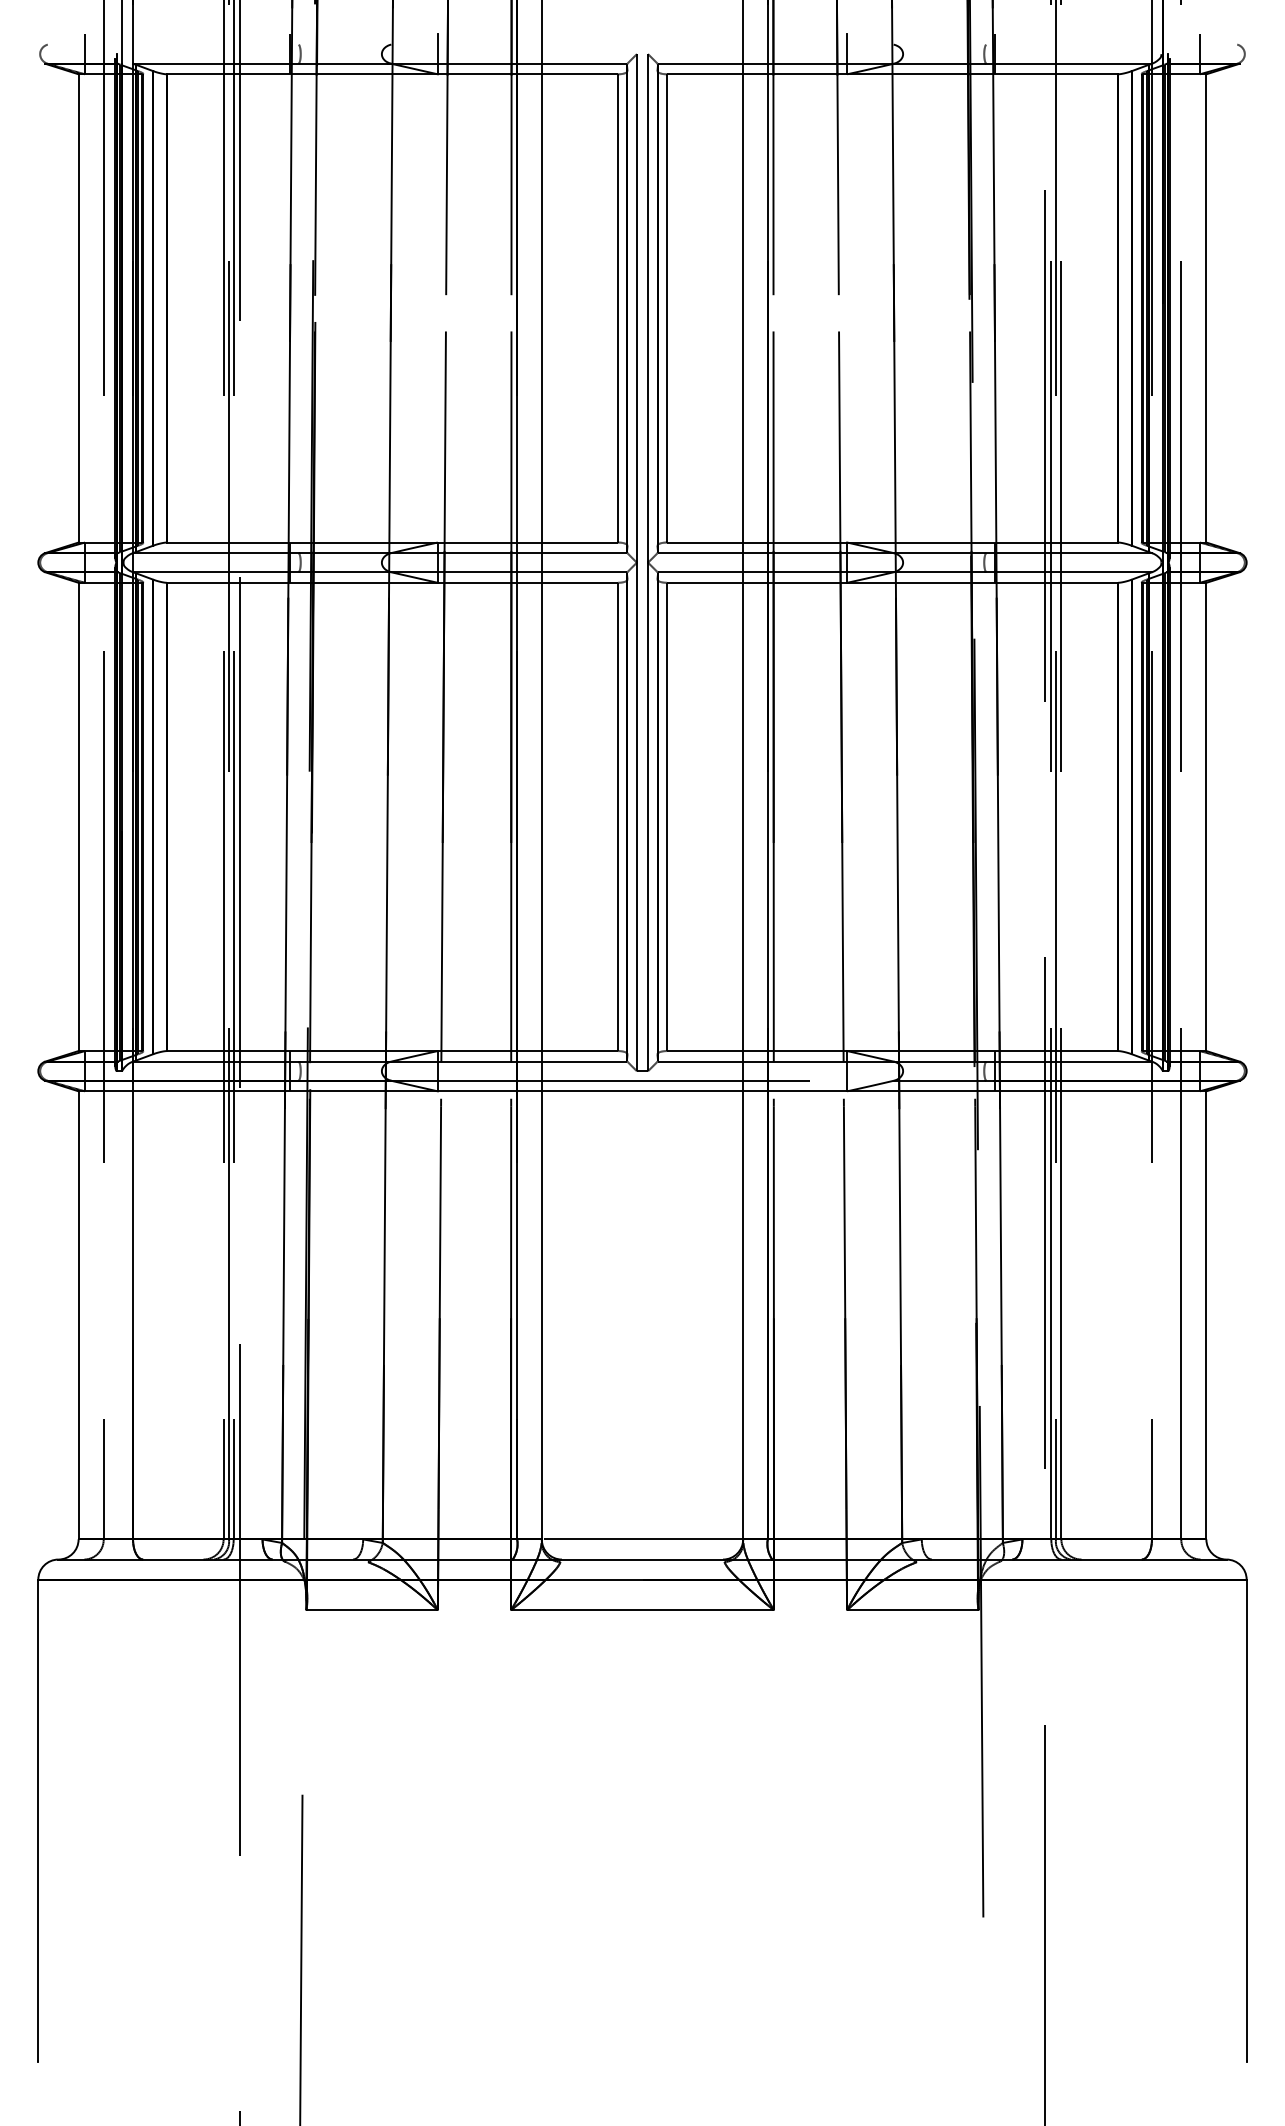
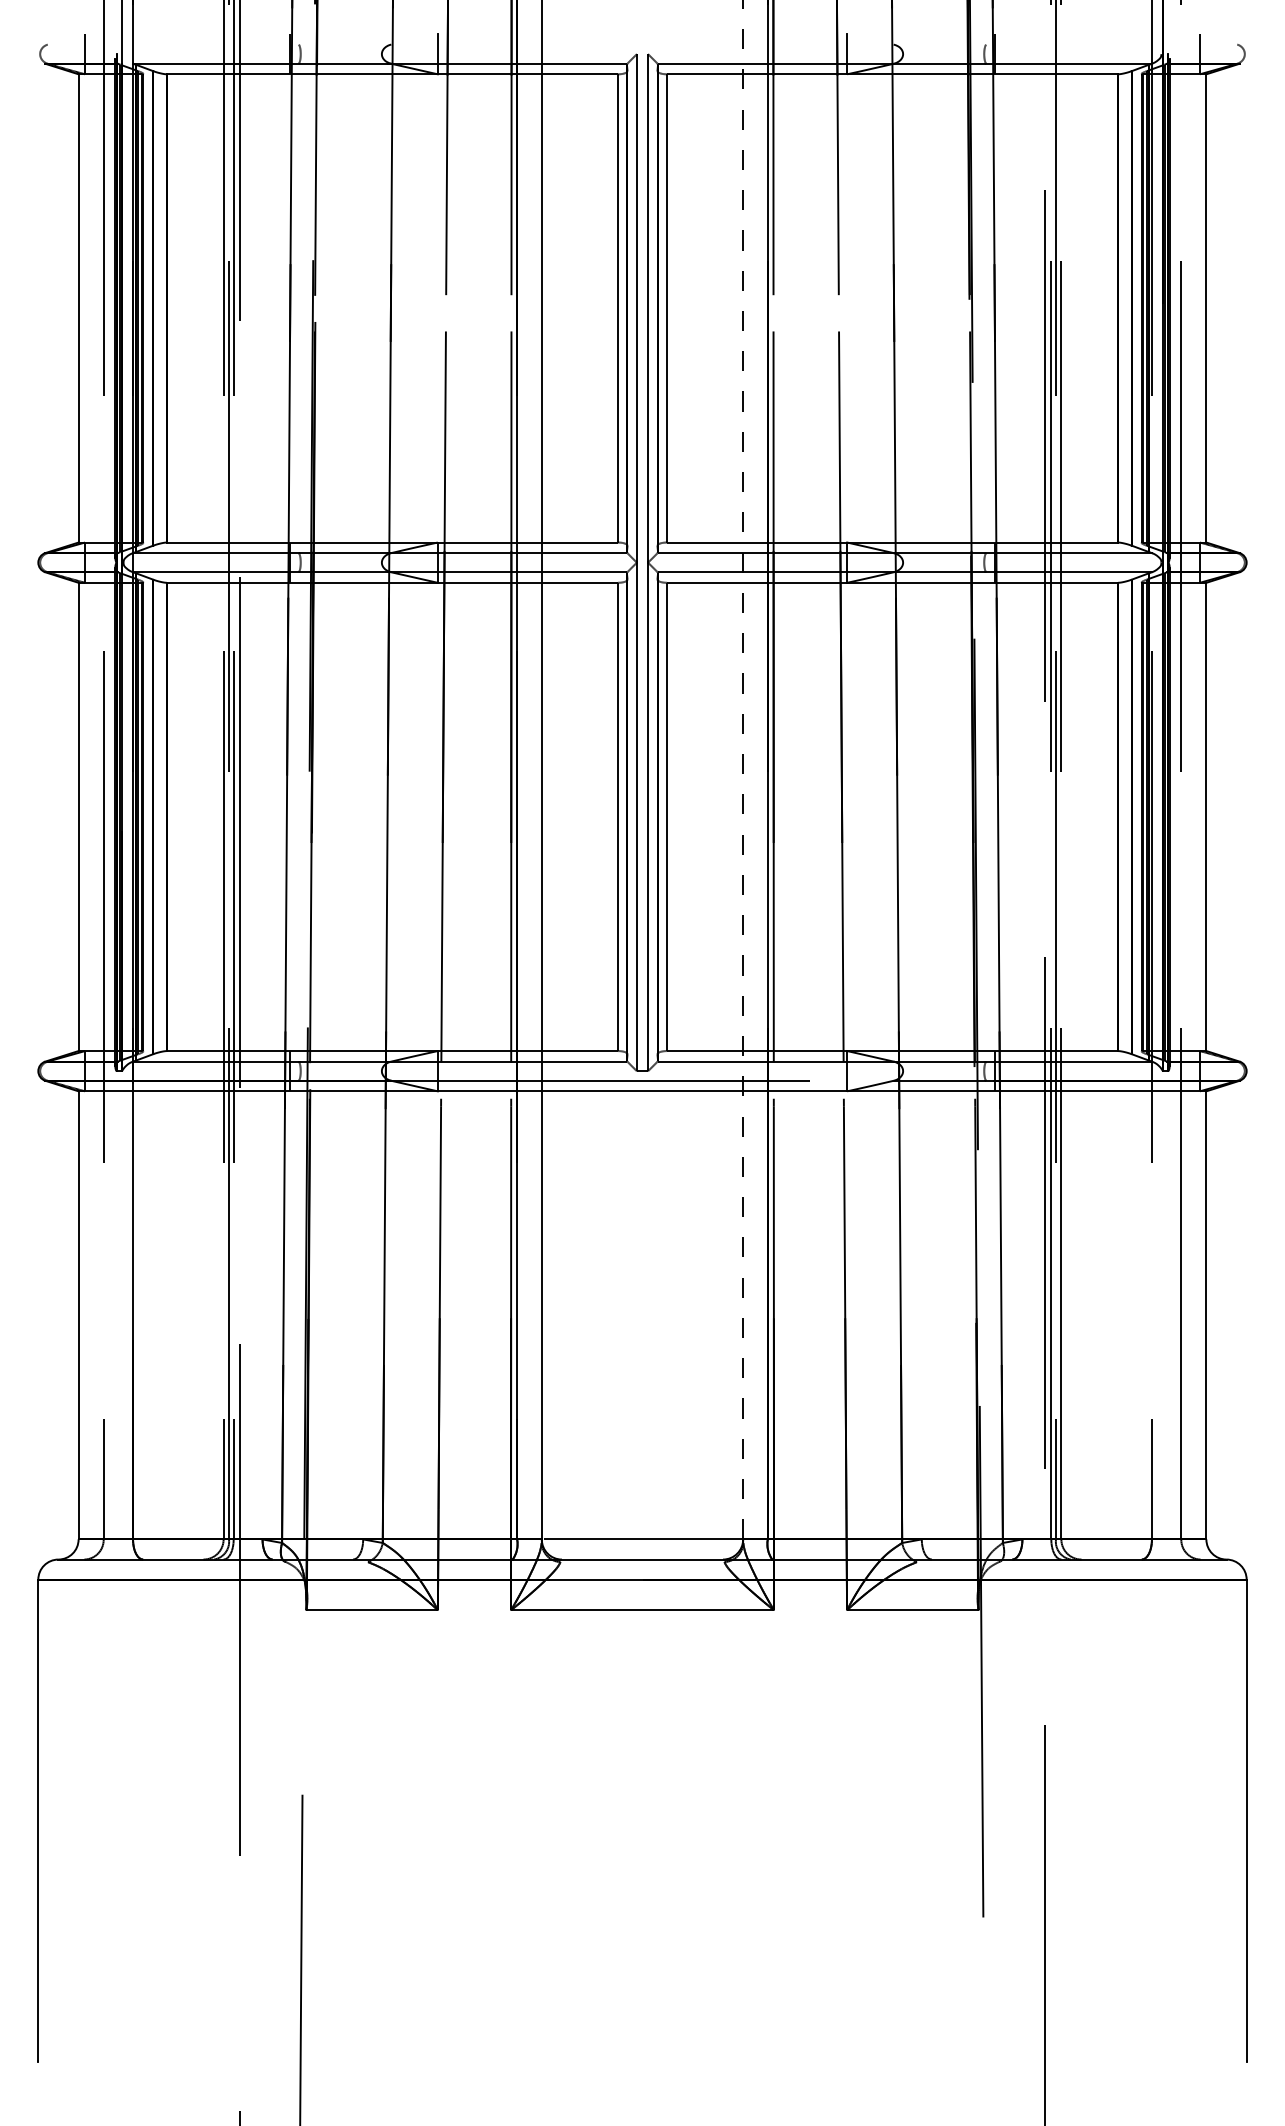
line at (743, 769): solid -> dashed
